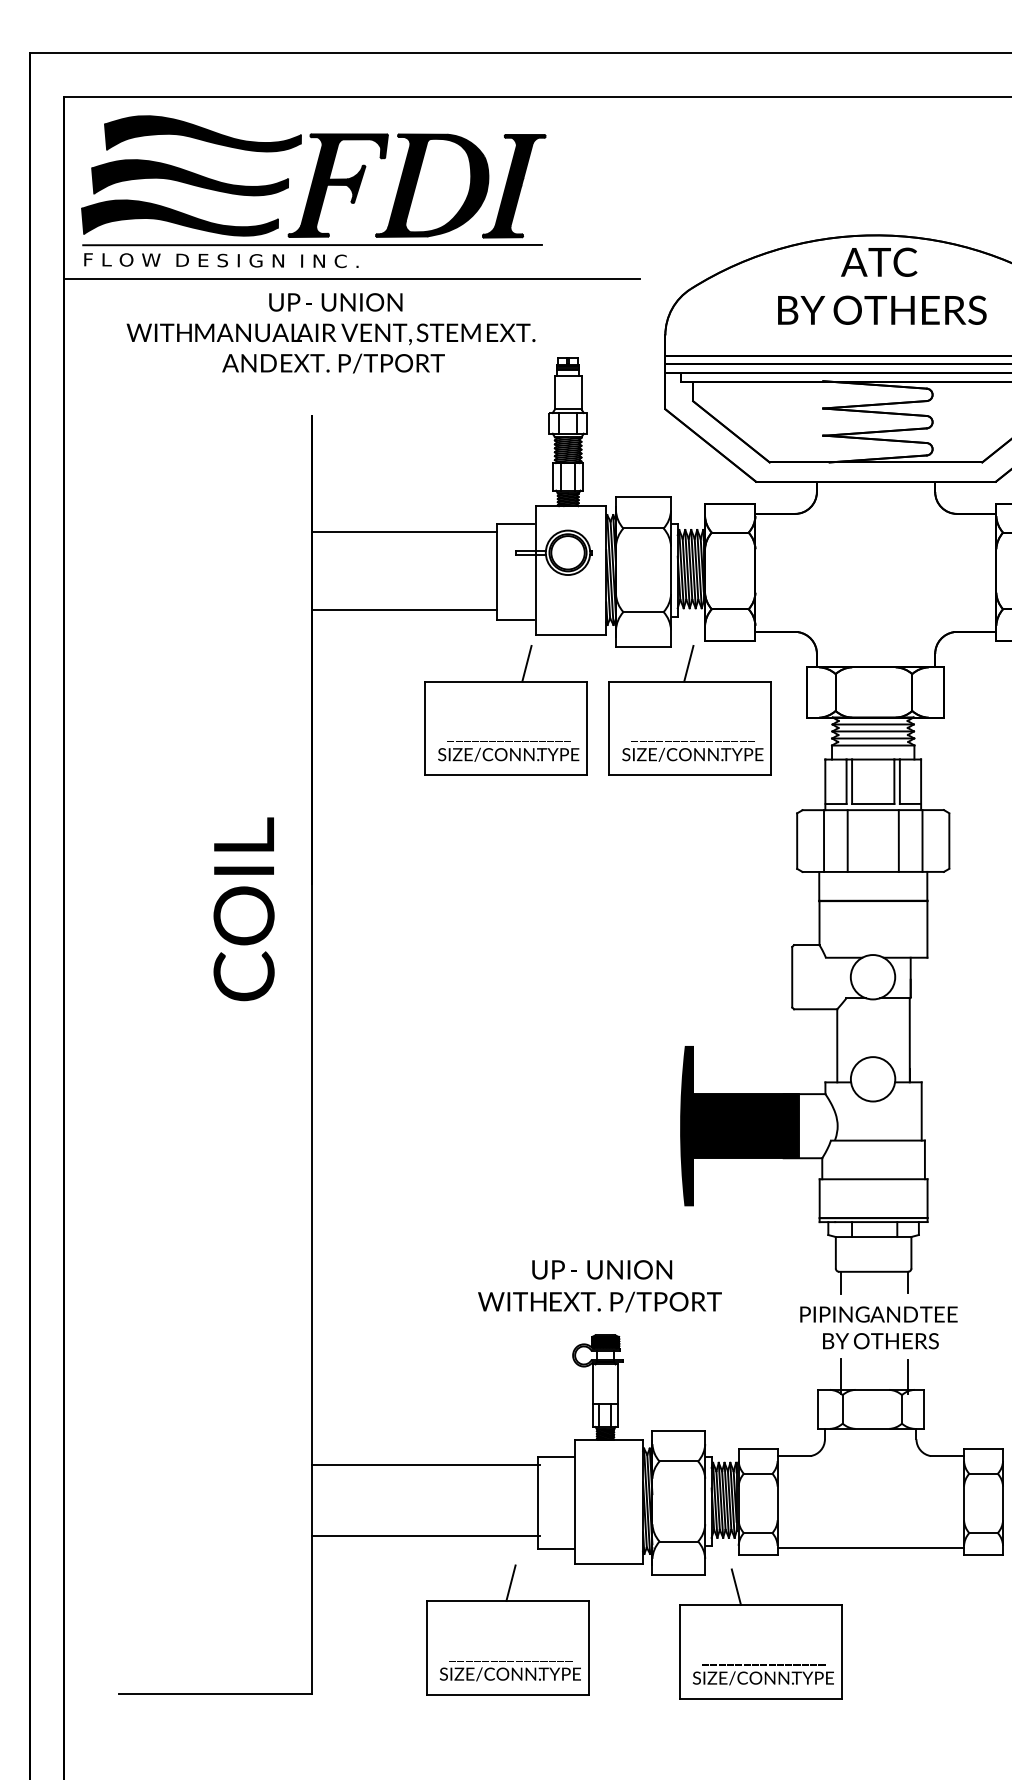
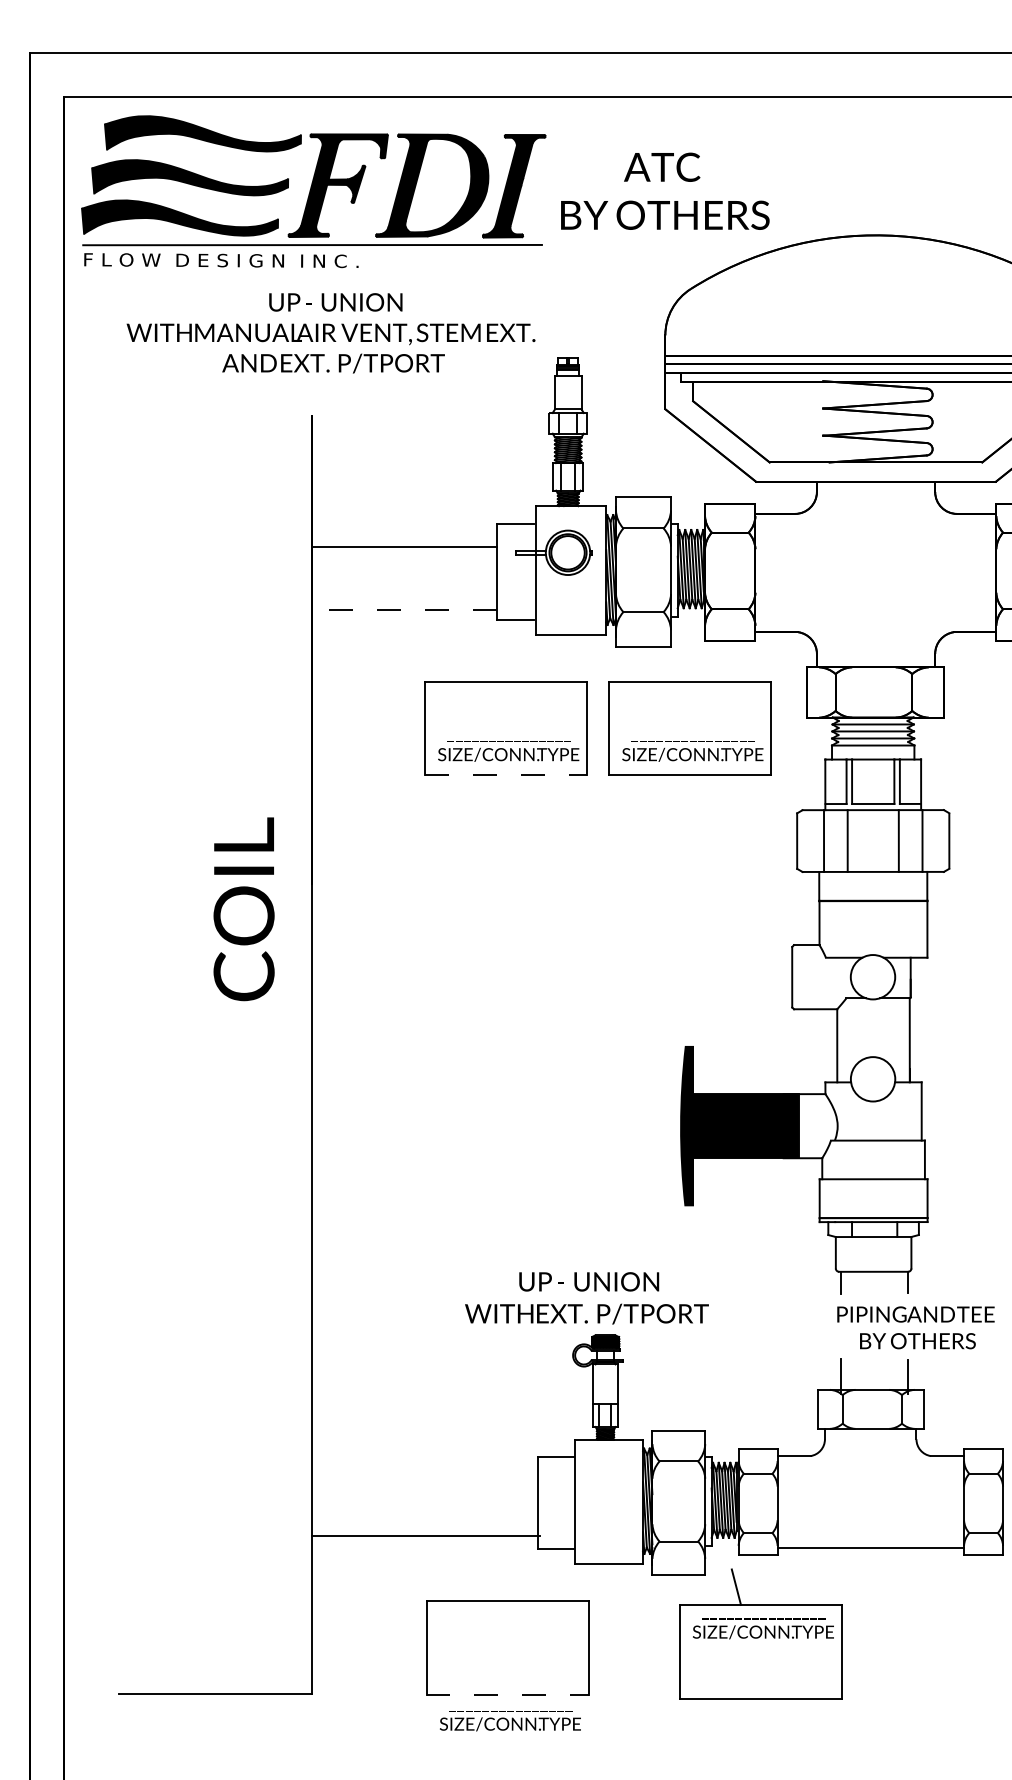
line at (352, 279): present -> none
text at (882, 285) position: (882, 285) -> (665, 190)
line at (404, 532) position: (404, 532) -> (404, 547)
line at (404, 610): solid -> dashed
line at (526, 663): present -> none
line at (688, 663): present -> none
line at (506, 775): solid -> dashed
text at (599, 1286) position: (599, 1286) -> (586, 1298)
text at (878, 1327) position: (878, 1327) -> (915, 1327)
line at (425, 1465): present -> none
line at (510, 1582): present -> none
text at (510, 1671) position: (510, 1671) -> (510, 1721)
text at (763, 1674) position: (763, 1674) -> (763, 1628)
line at (508, 1694): solid -> dashed
